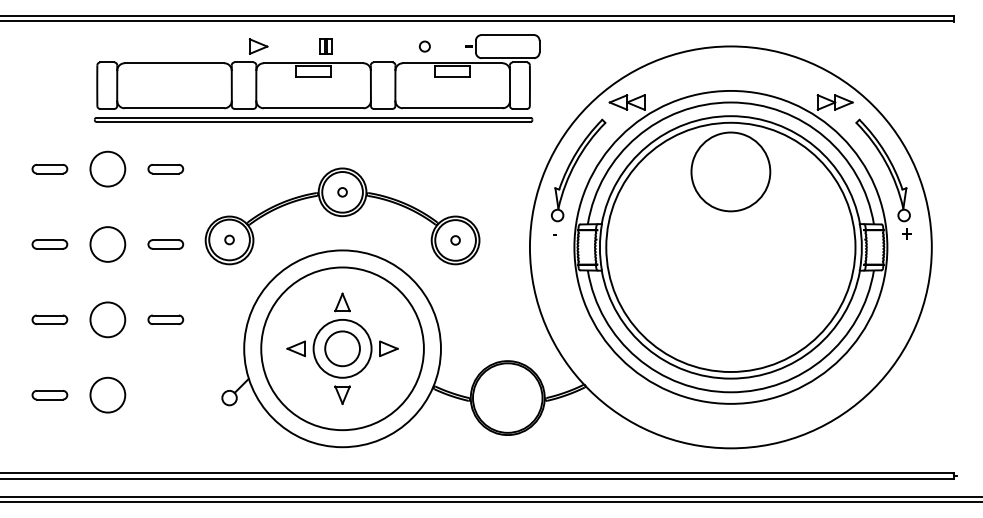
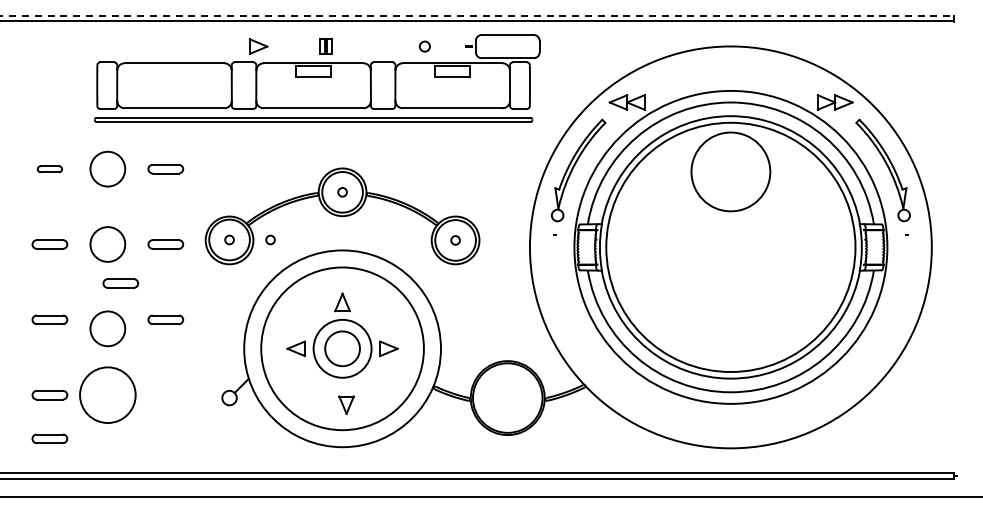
line at (477, 15): solid -> dashed
part at (49, 169) size: 38x11 px -> 27x9 px
text at (906, 233): + -> -
circle at (270, 239): none -> present
part at (120, 283): none -> present
circle at (107, 319) position: (107, 319) -> (107, 328)
circle at (107, 394) diameter: 35 px -> 56 px
part at (342, 394) position: (342, 394) -> (346, 404)
part at (49, 438): none -> present
line at (490, 502): present -> none
